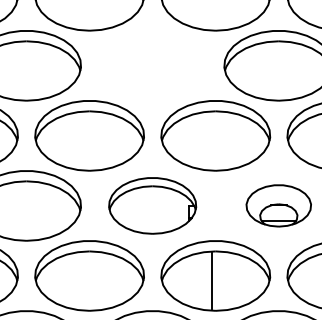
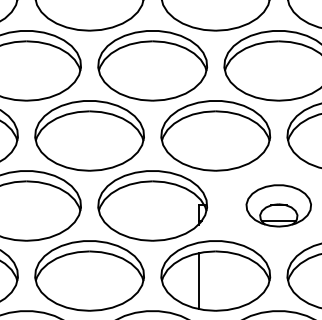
part at (152, 65): none -> present
part at (152, 205) size: 90x58 px -> 111x72 px
line at (211, 281) position: (211, 281) -> (198, 281)
